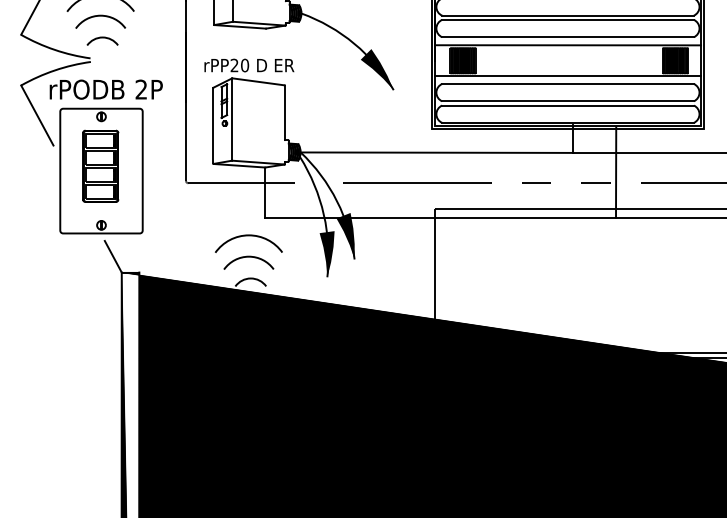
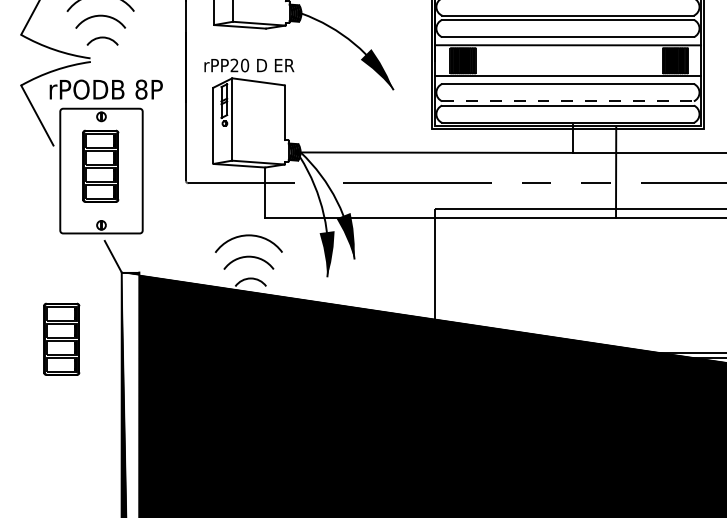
text at (141, 89): 2P -> 8P
line at (568, 101): solid -> dashed
part at (61, 338): none -> present
